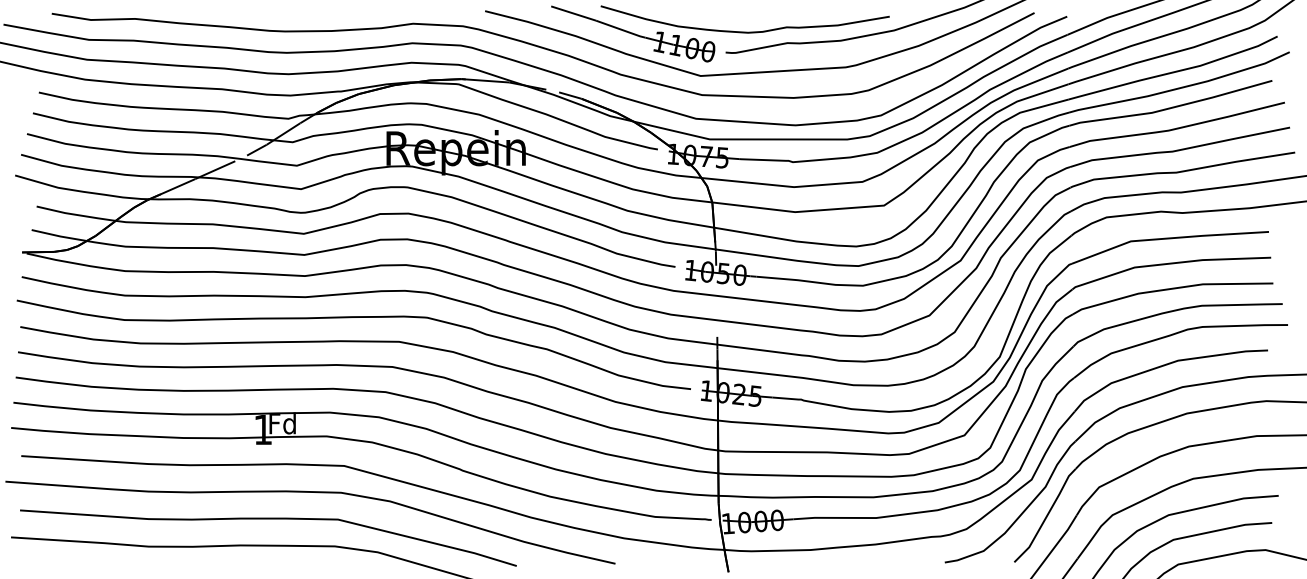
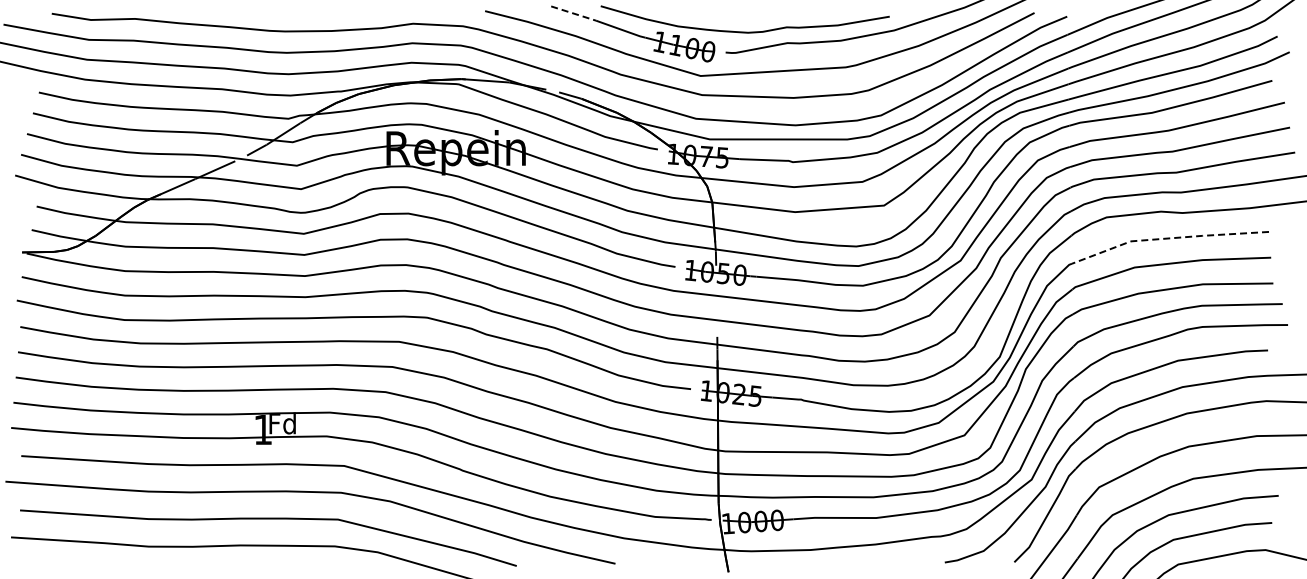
line at (573, 13): solid -> dashed
line at (1167, 238): solid -> dashed
